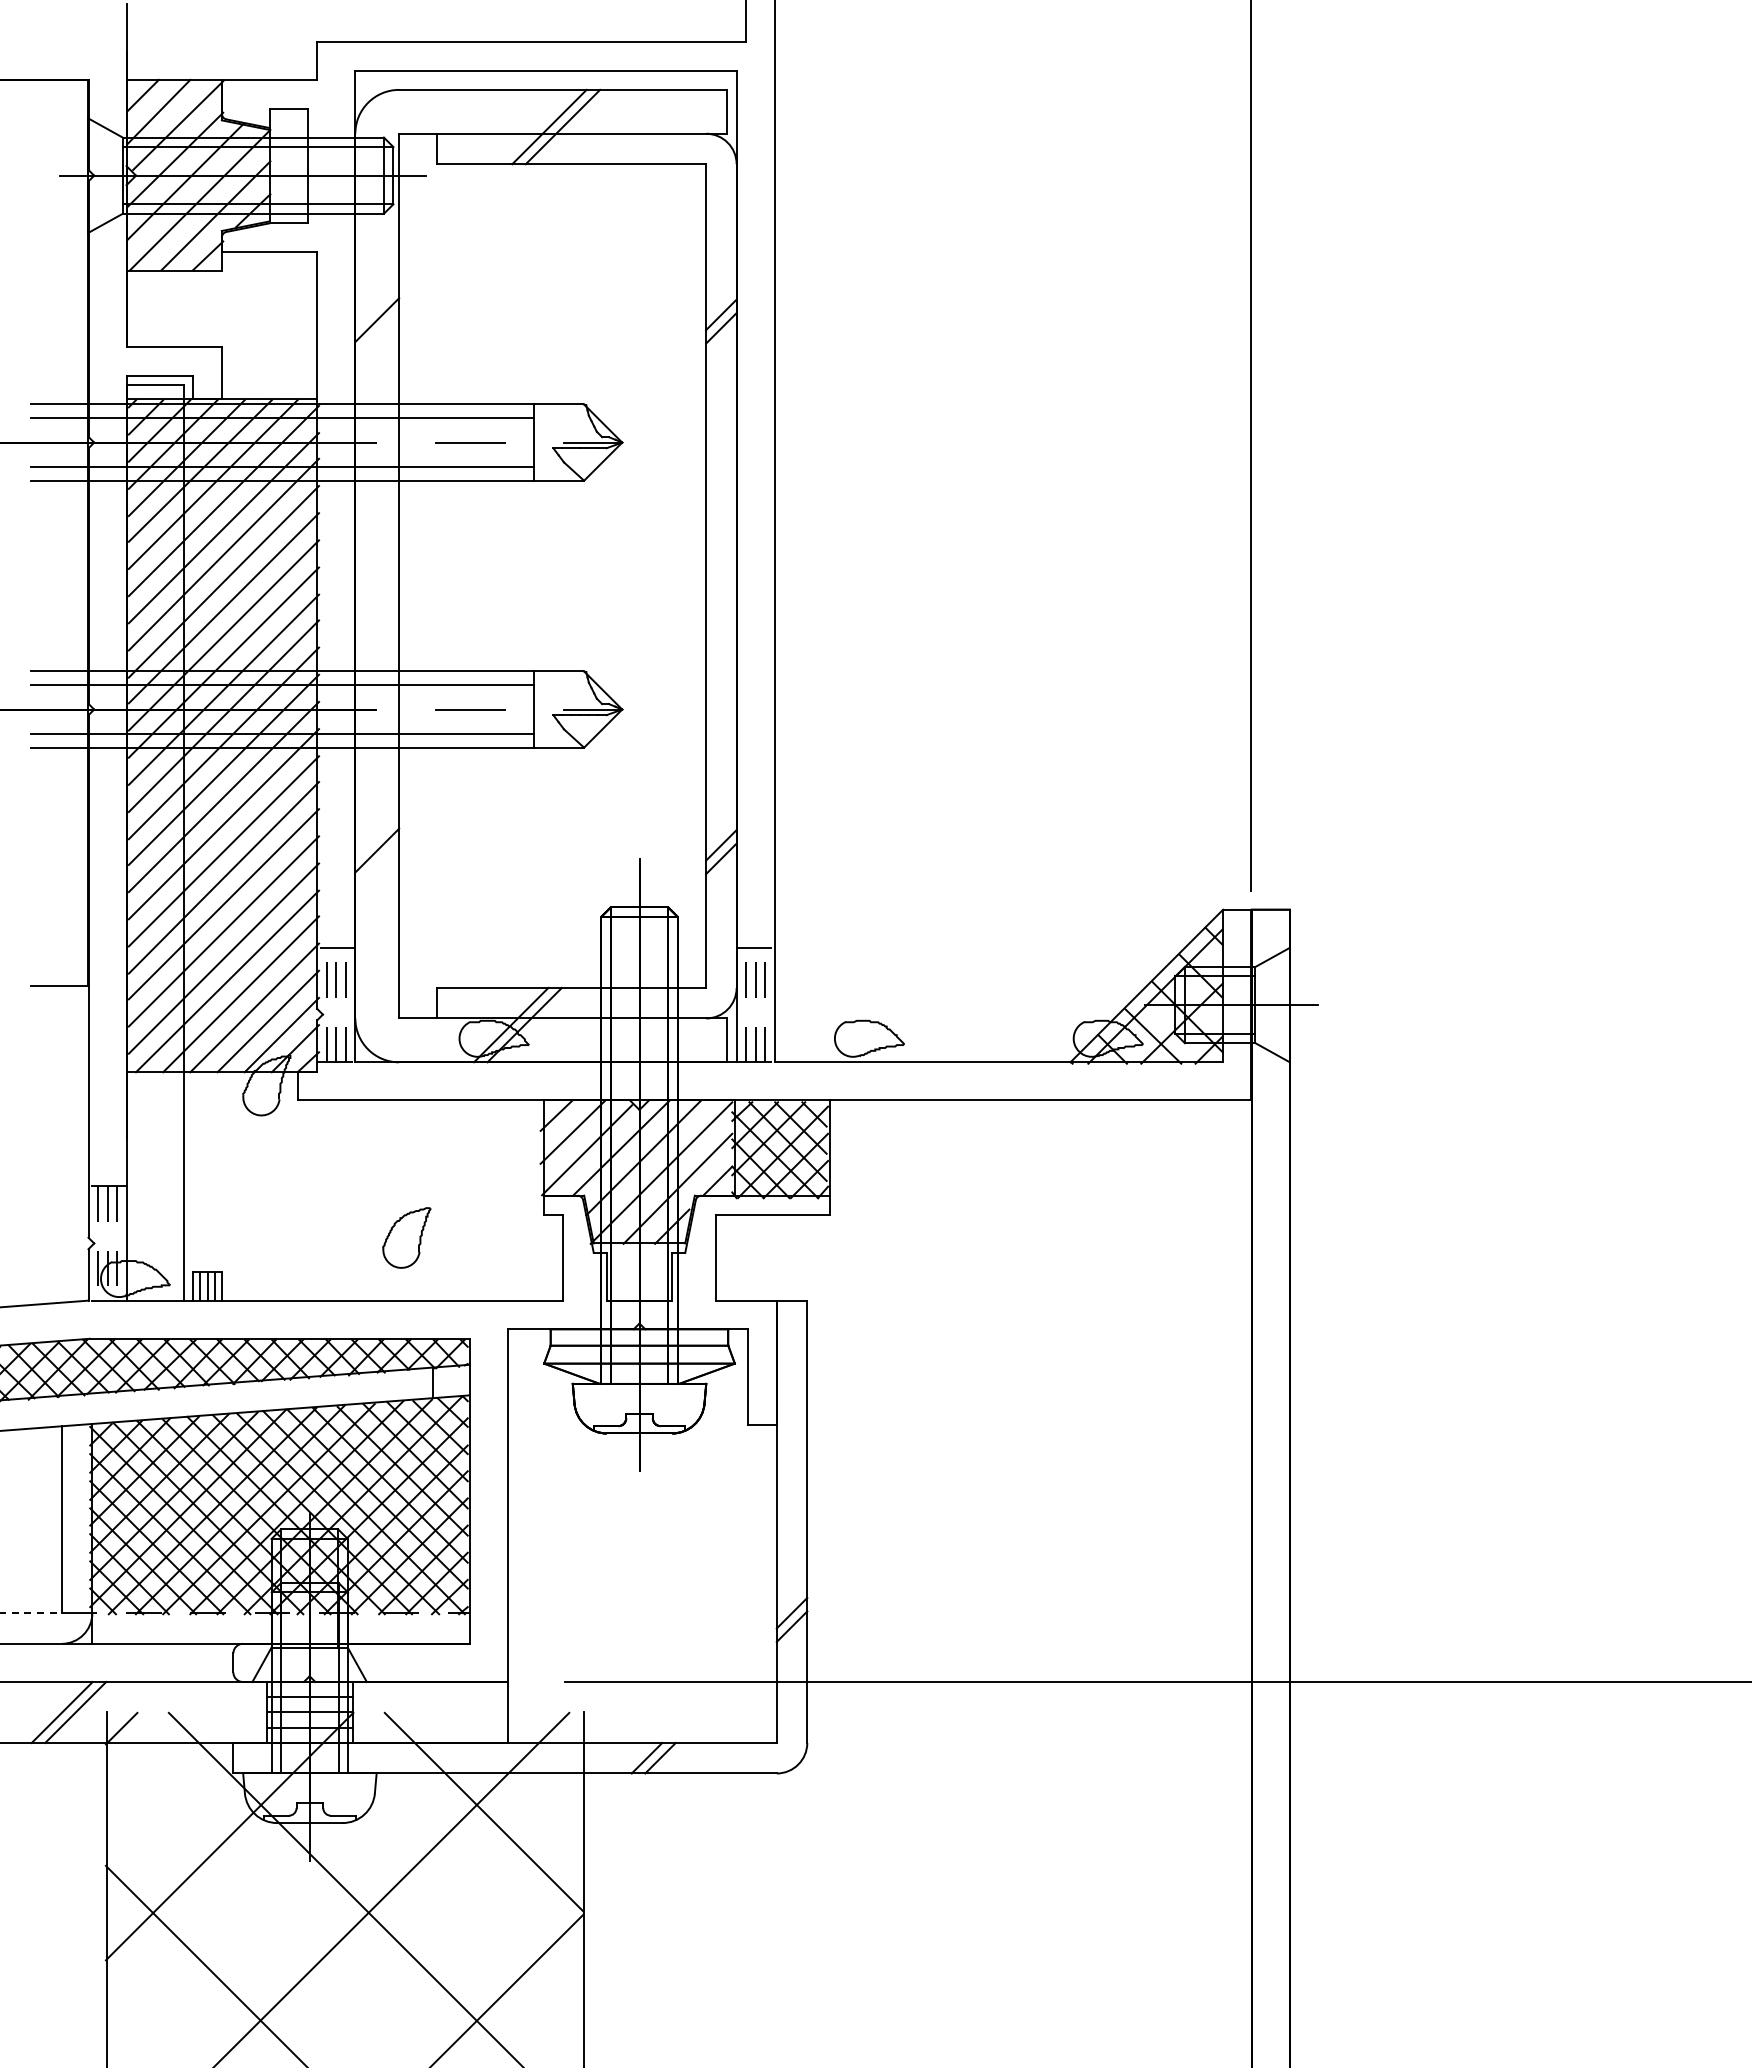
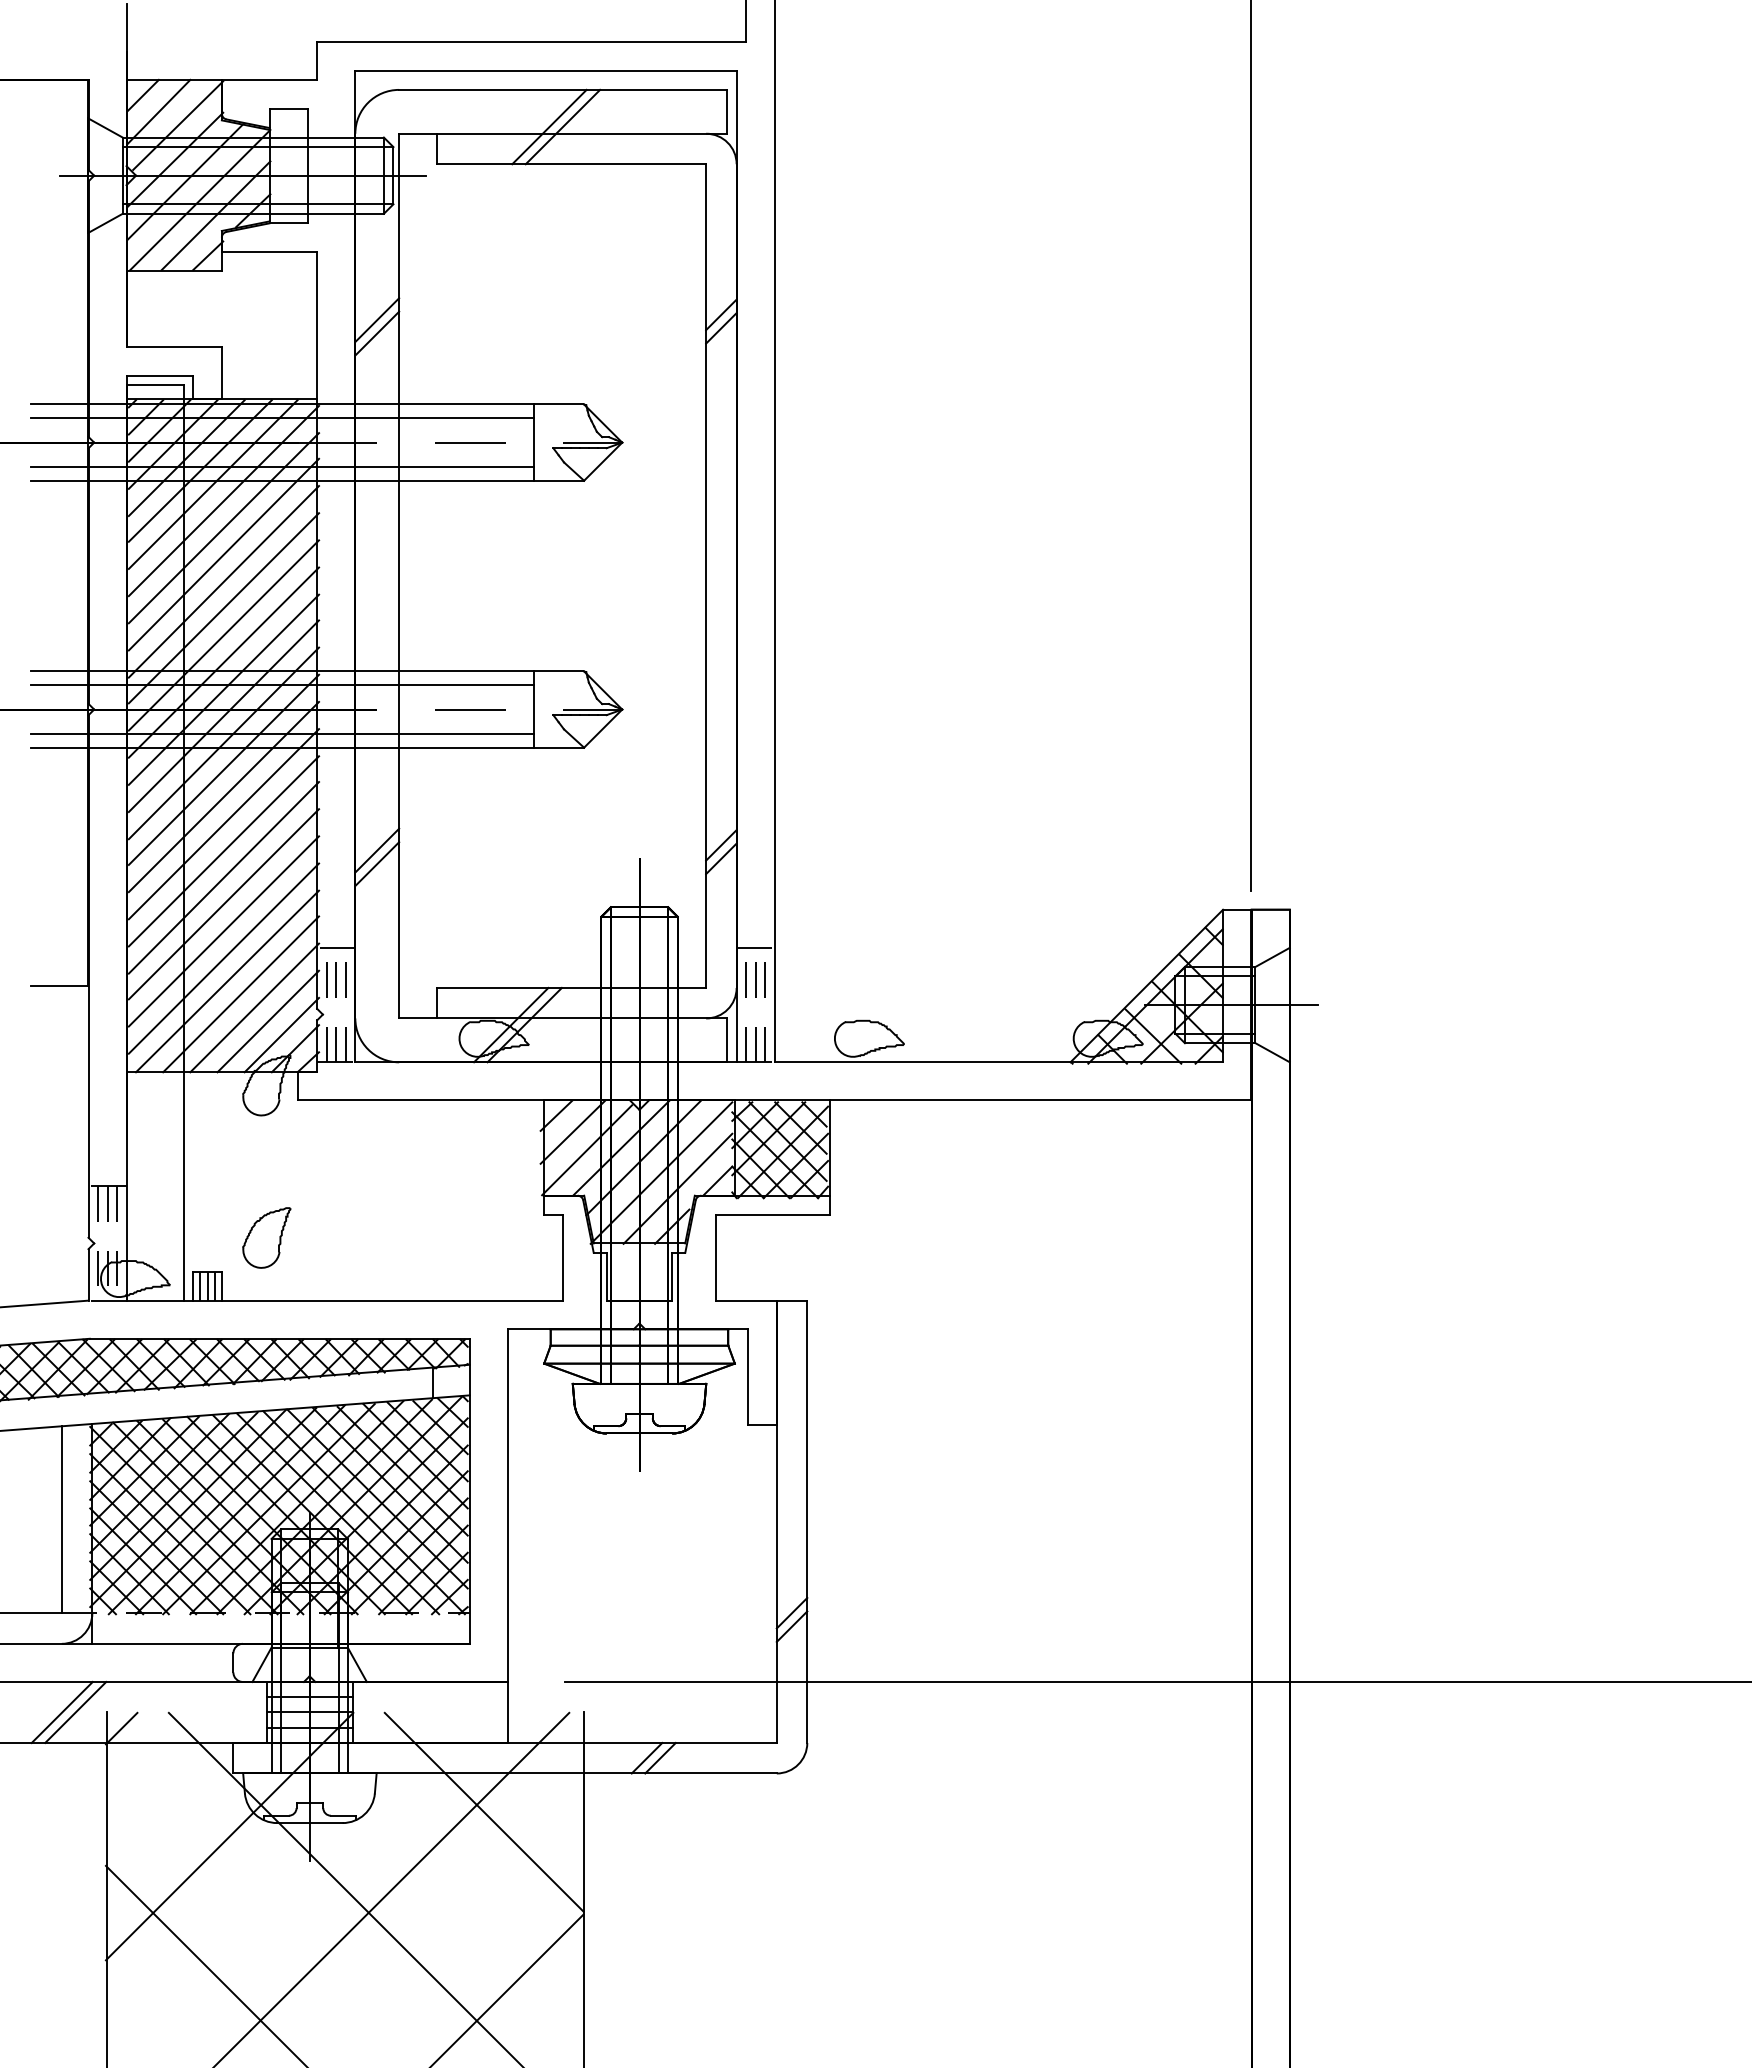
line at (377, 333): none -> present
line at (377, 864): none -> present
part at (406, 1237) position: (406, 1237) -> (266, 1237)
line at (31, 1613): dashed -> solid
